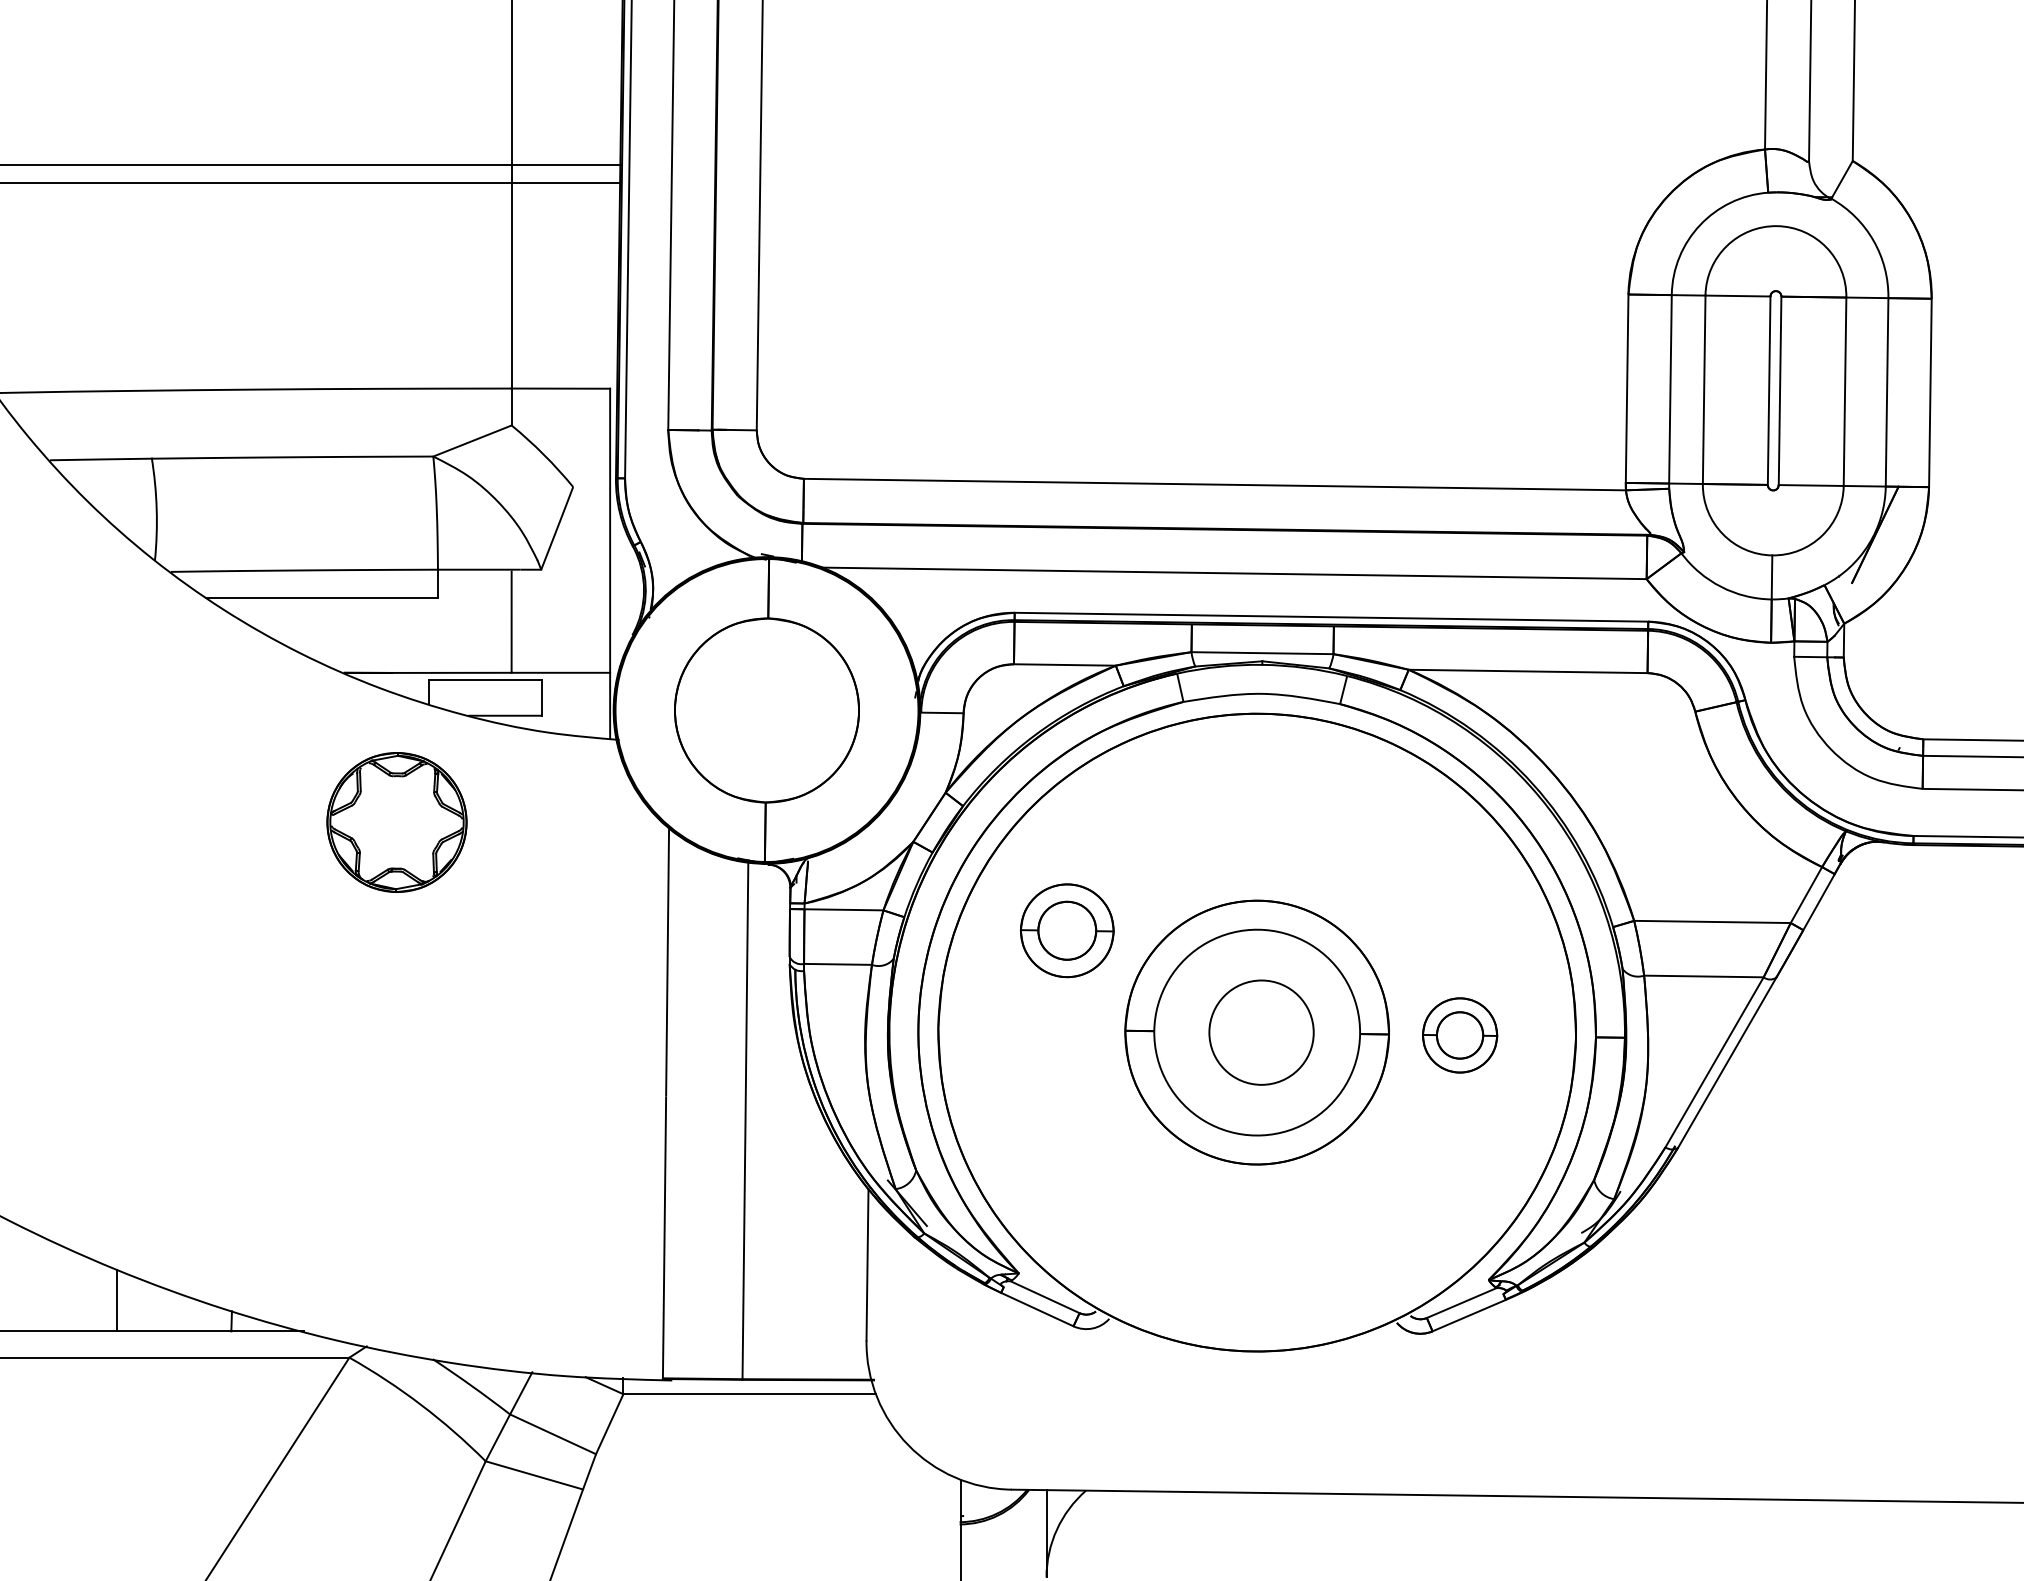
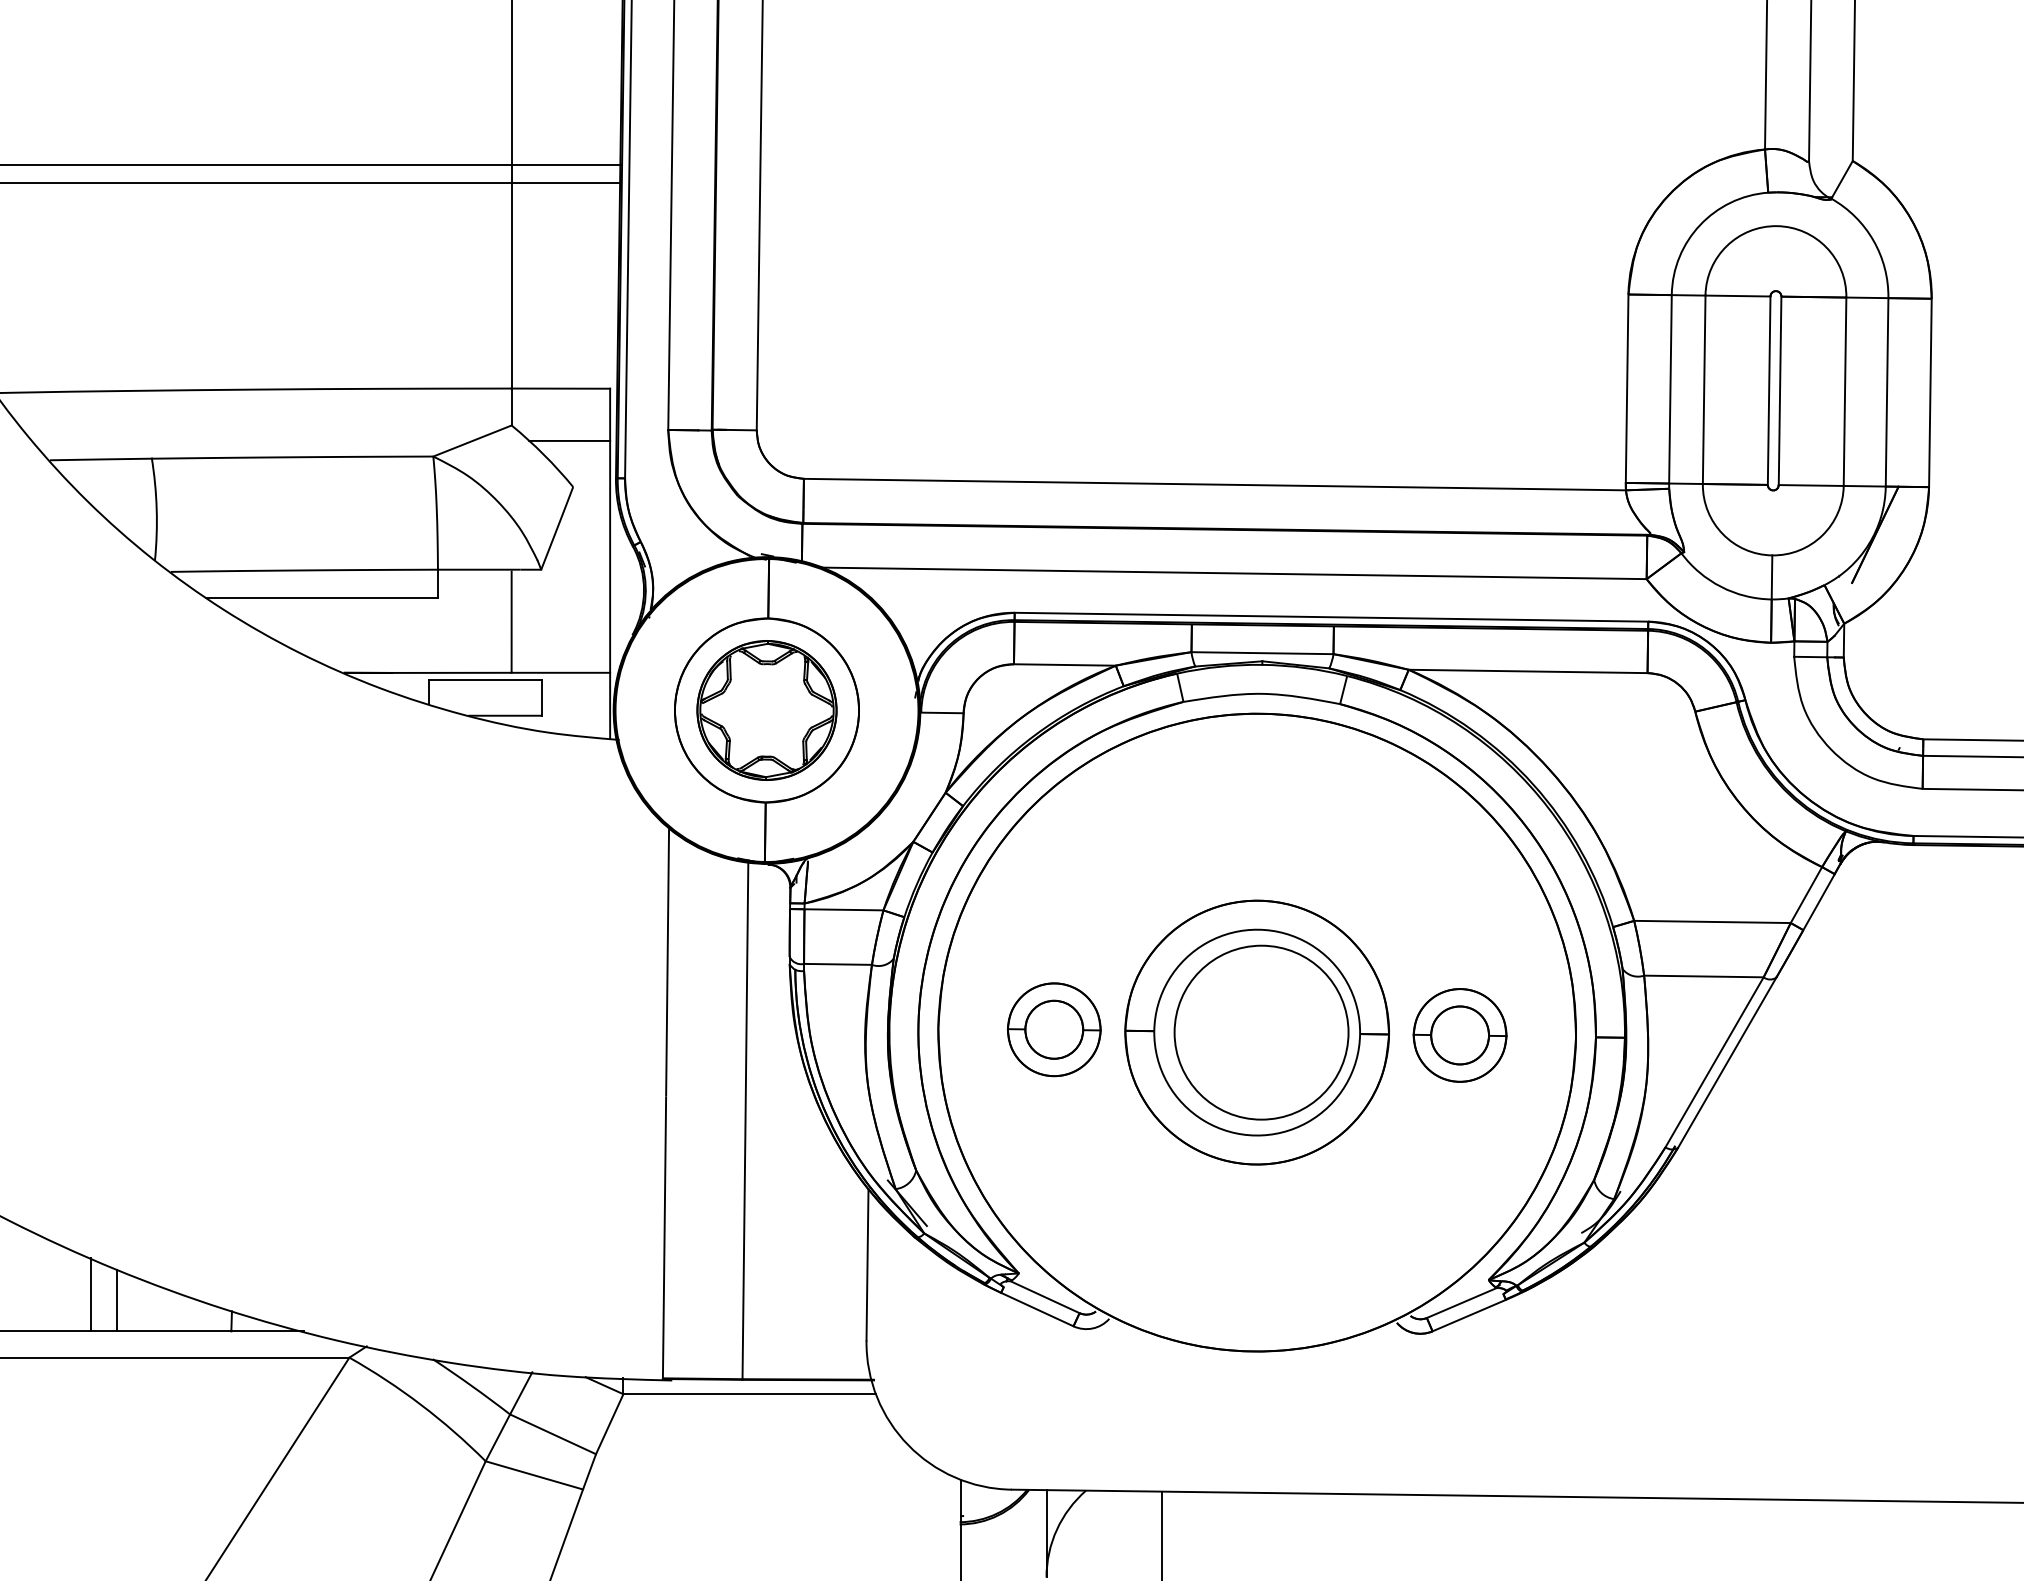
line at (569, 440): none -> present
part at (396, 822) position: (396, 822) -> (766, 710)
part at (1067, 930) position: (1067, 930) -> (1054, 1029)
circle at (1261, 1032) diameter: 104 px -> 174 px
part at (1460, 1035) size: 77x77 px -> 96x95 px
line at (91, 1294): none -> present
line at (1162, 1534): none -> present
